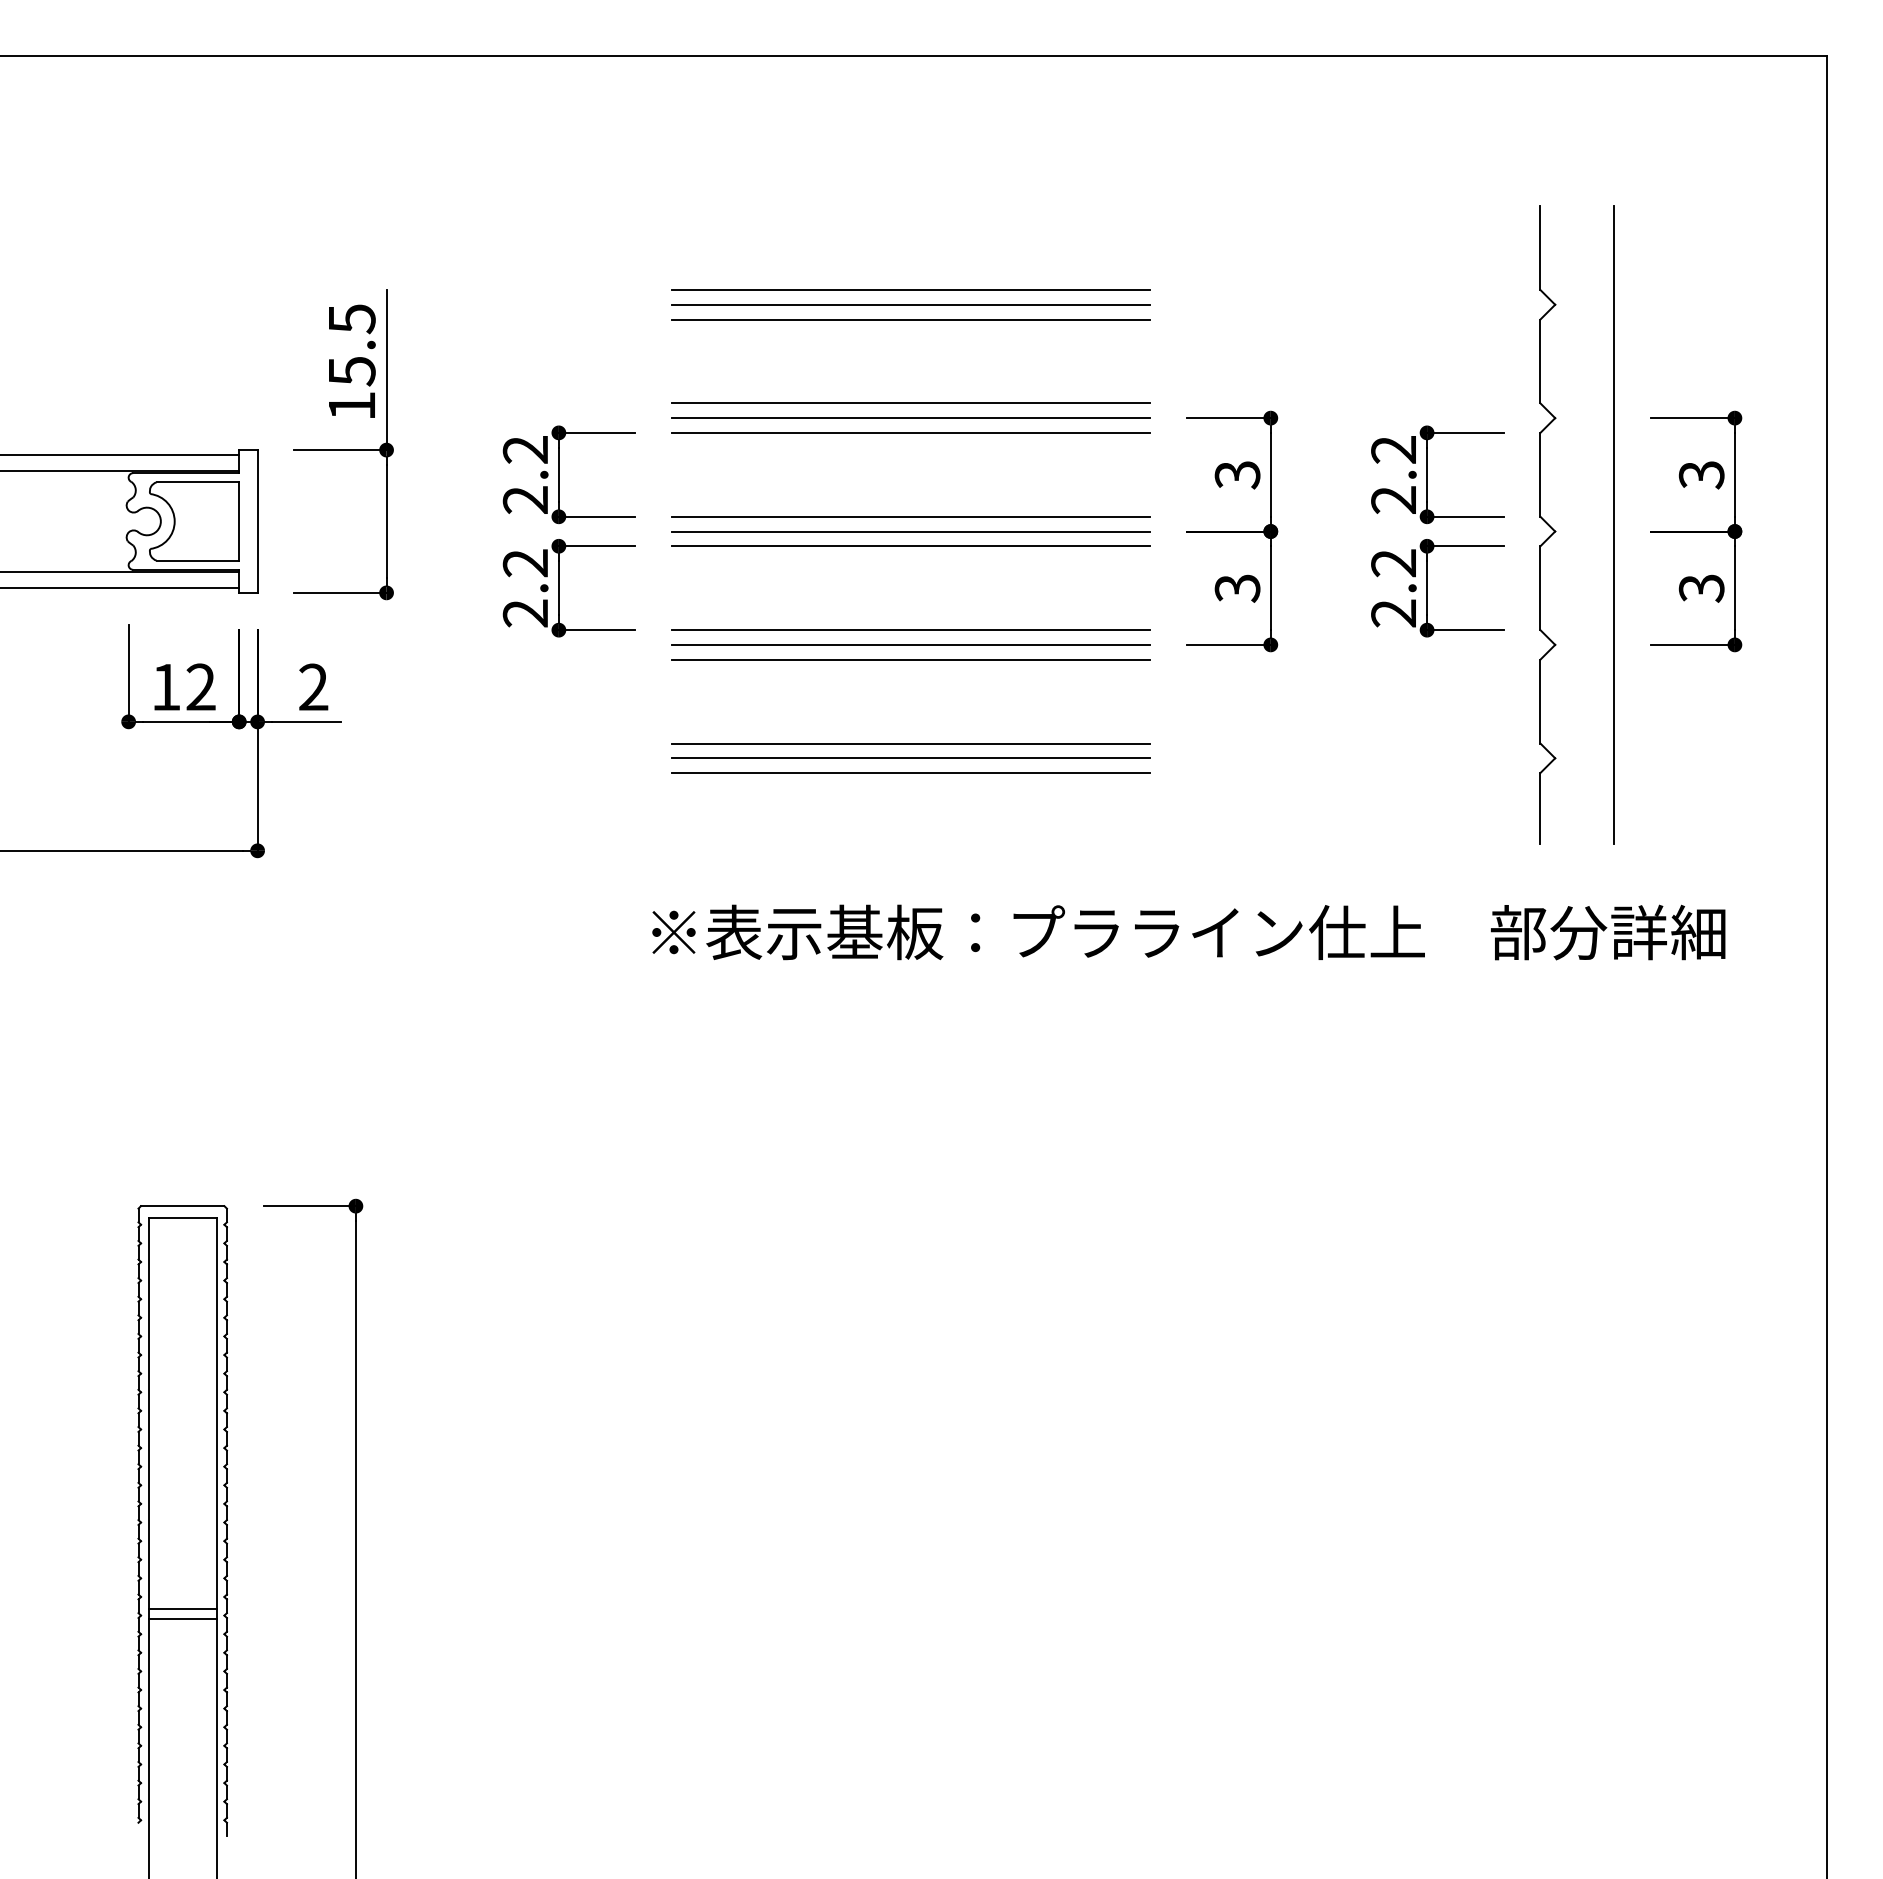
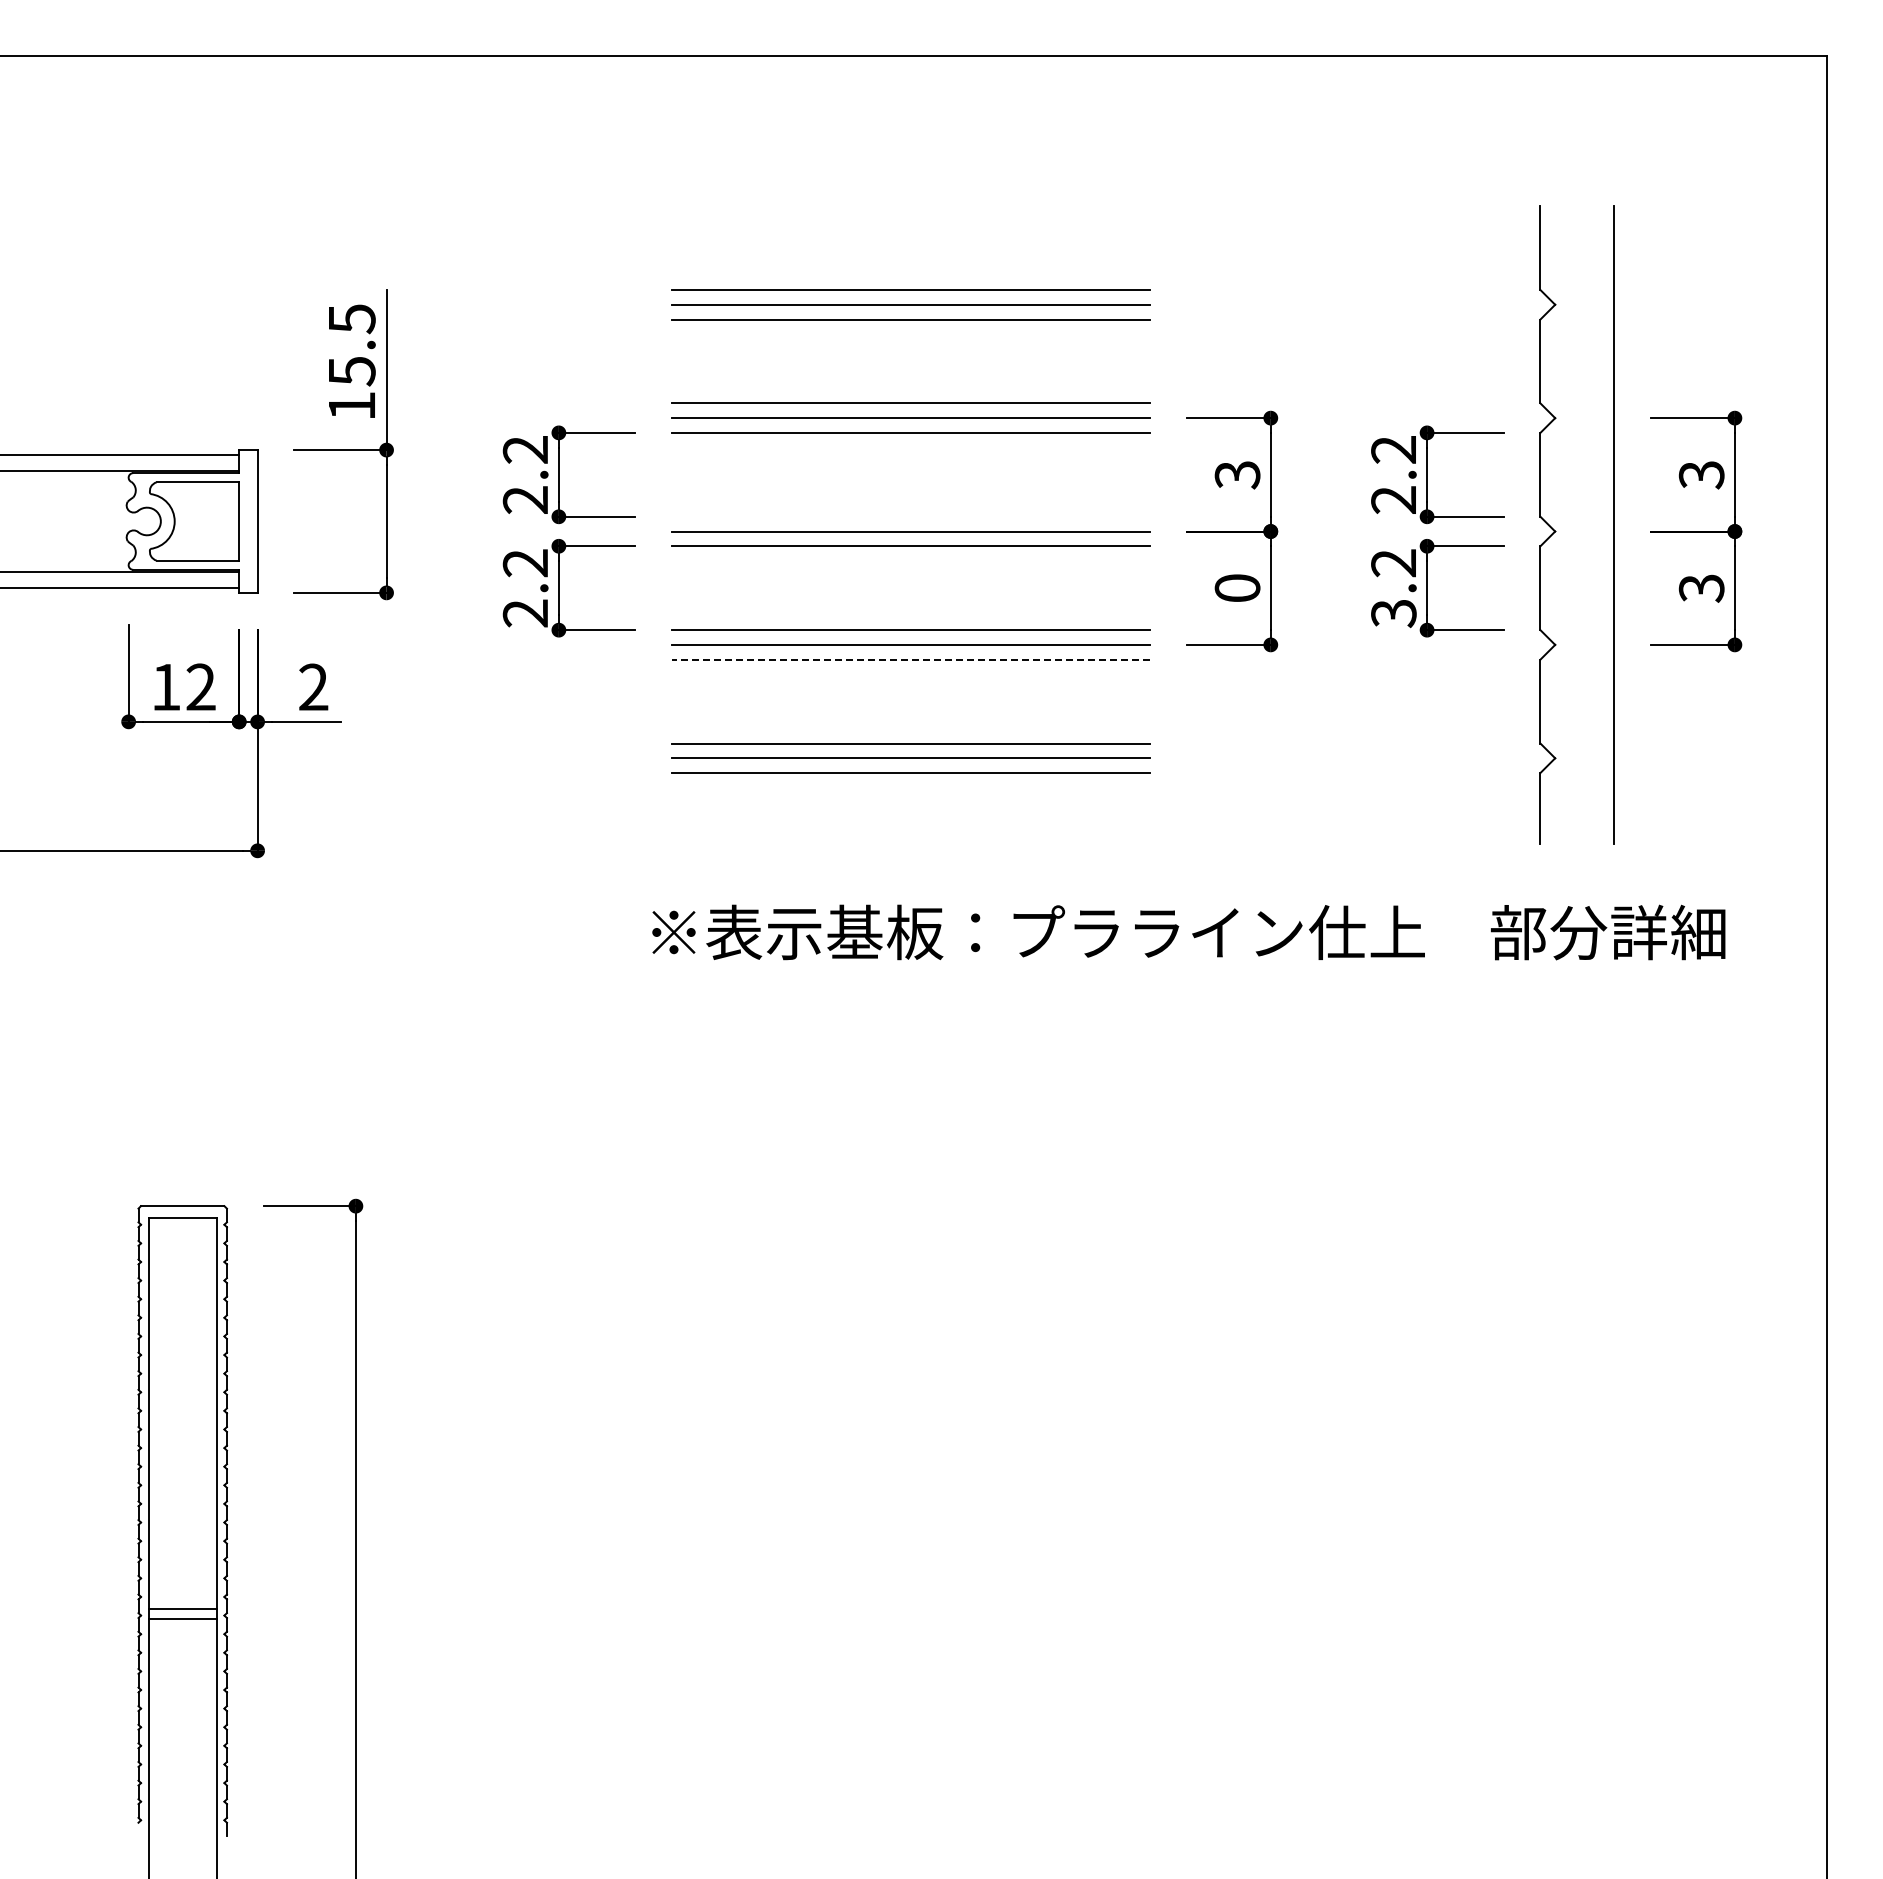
line at (911, 516): present -> none
text at (1237, 588): 3 -> 0
text at (1393, 613): 2.2 -> 3.2
line at (911, 659): solid -> dashed
